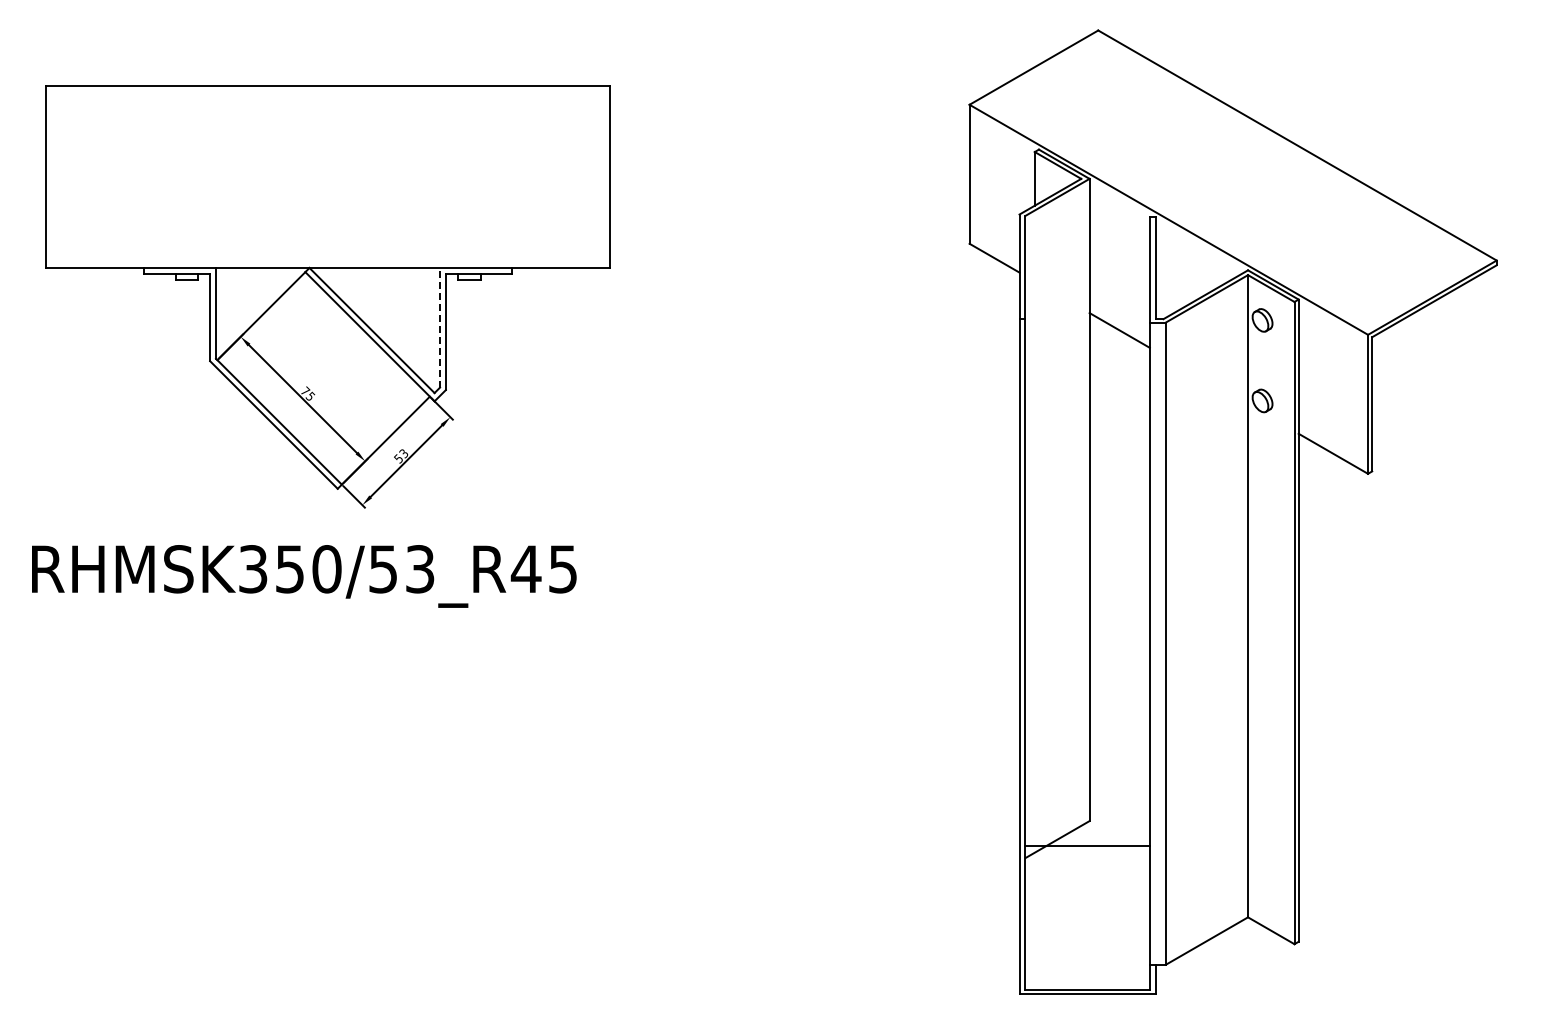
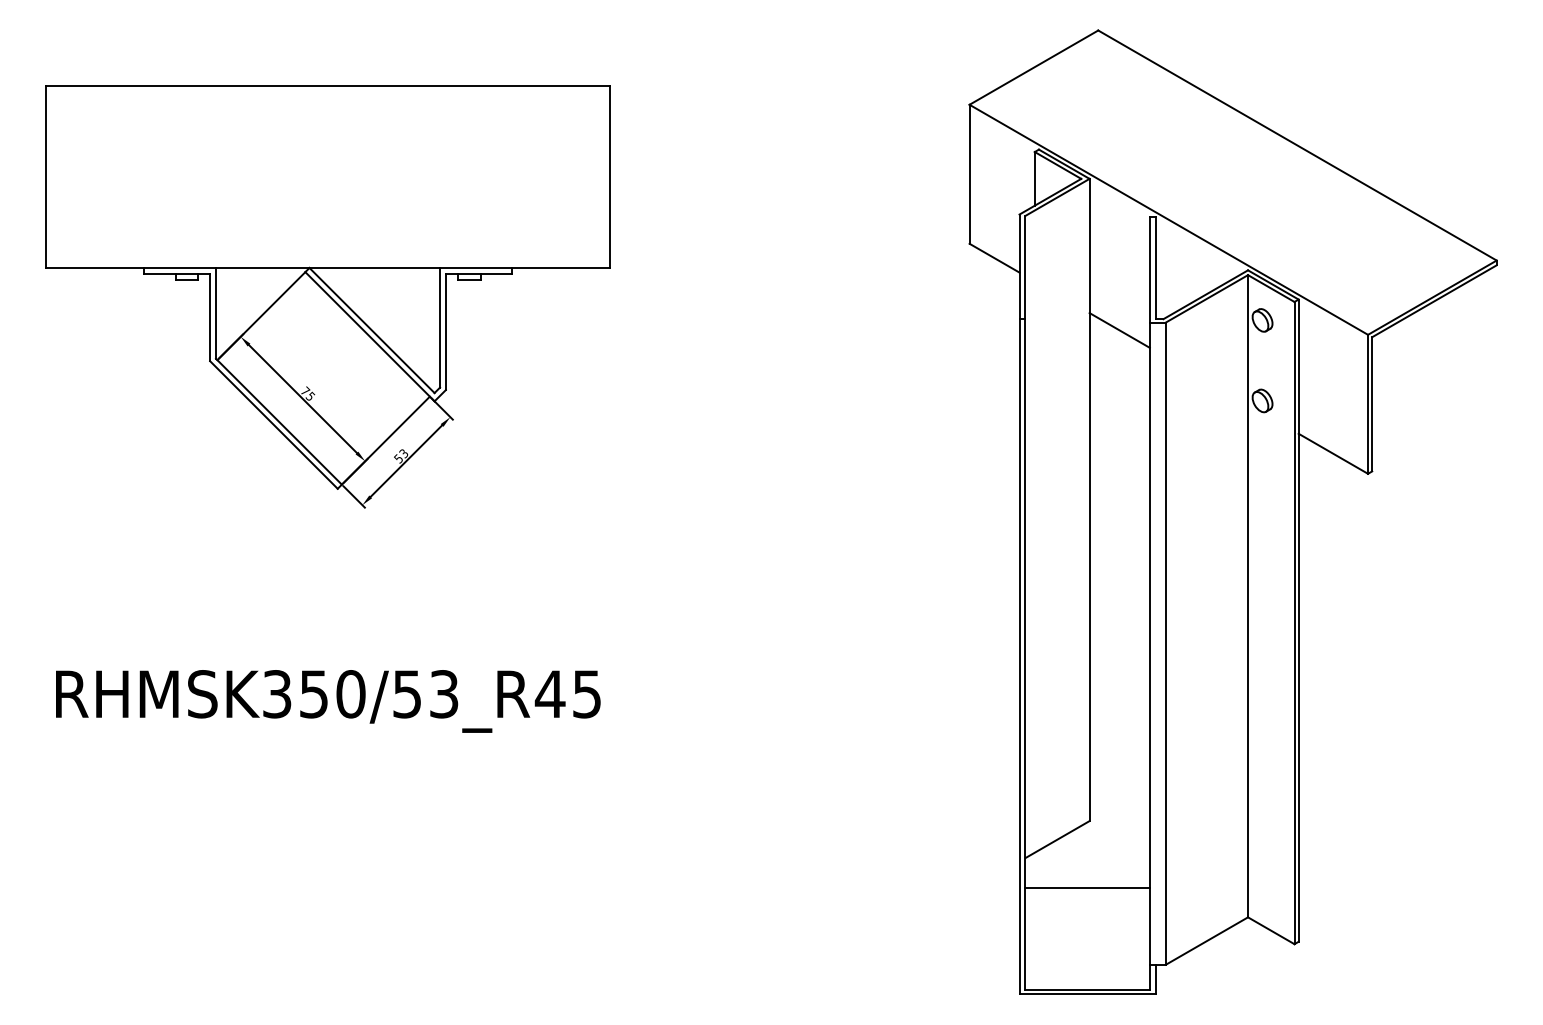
line at (440, 327): dashed -> solid
text at (304, 576) position: (304, 576) -> (328, 701)
line at (1087, 846) position: (1087, 846) -> (1087, 888)
